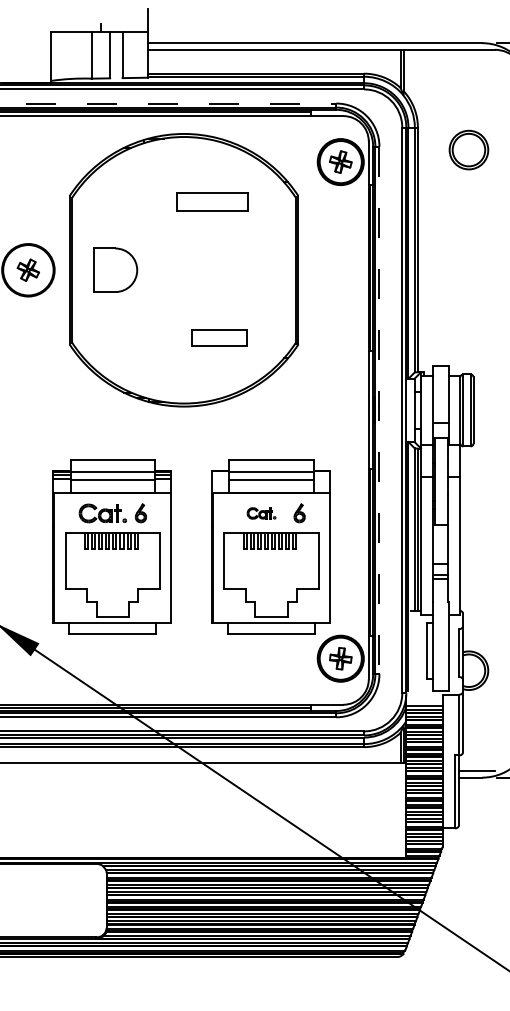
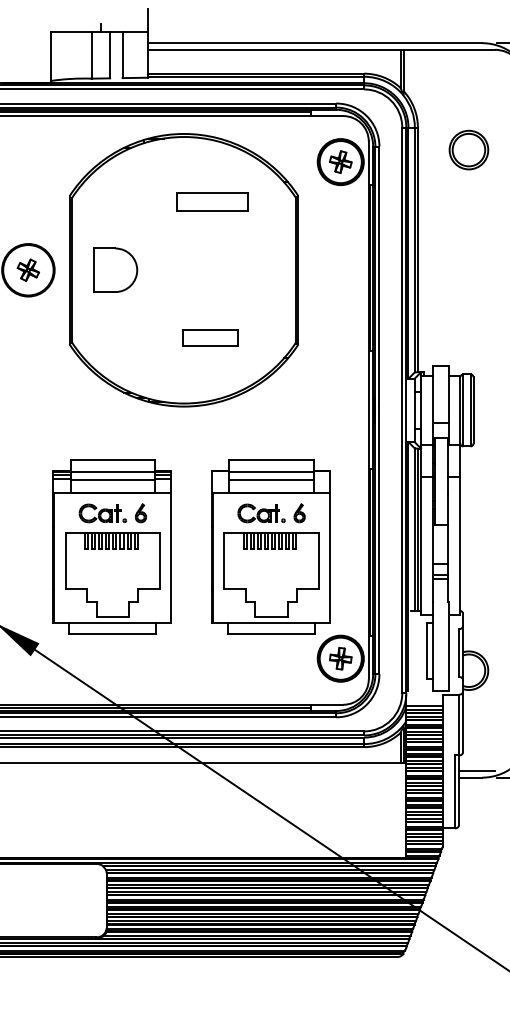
line at (168, 103): dashed -> solid
part at (219, 337) position: (219, 337) -> (210, 337)
line at (379, 410): dashed -> solid
part at (261, 513) size: 31x13 px -> 49x21 px
